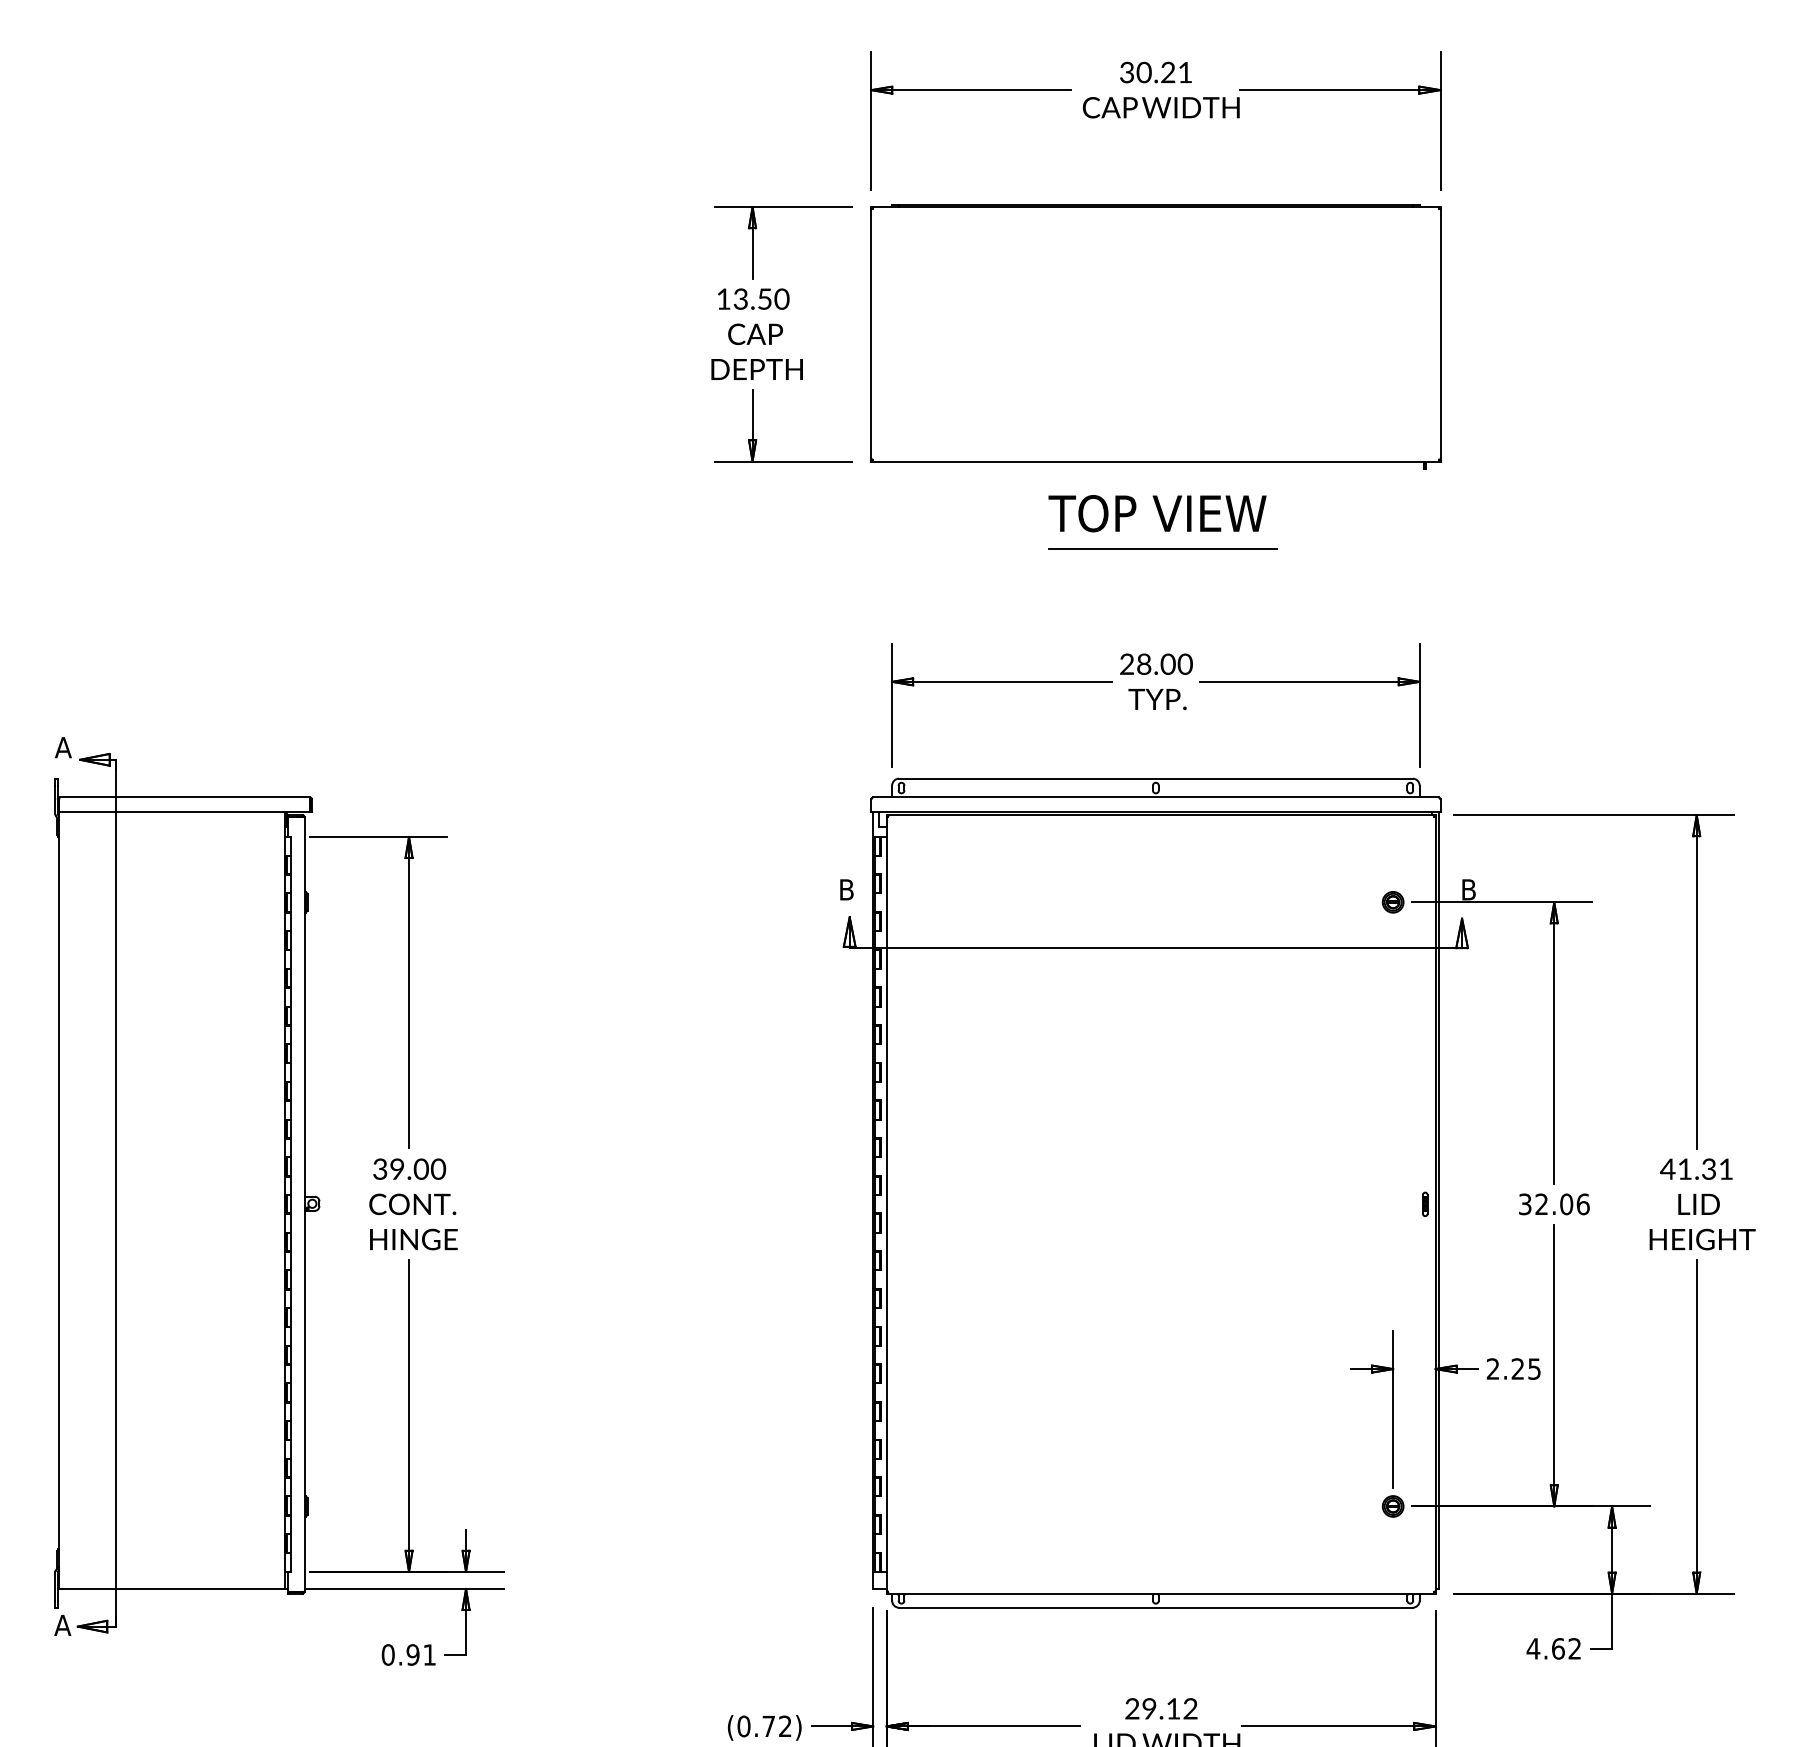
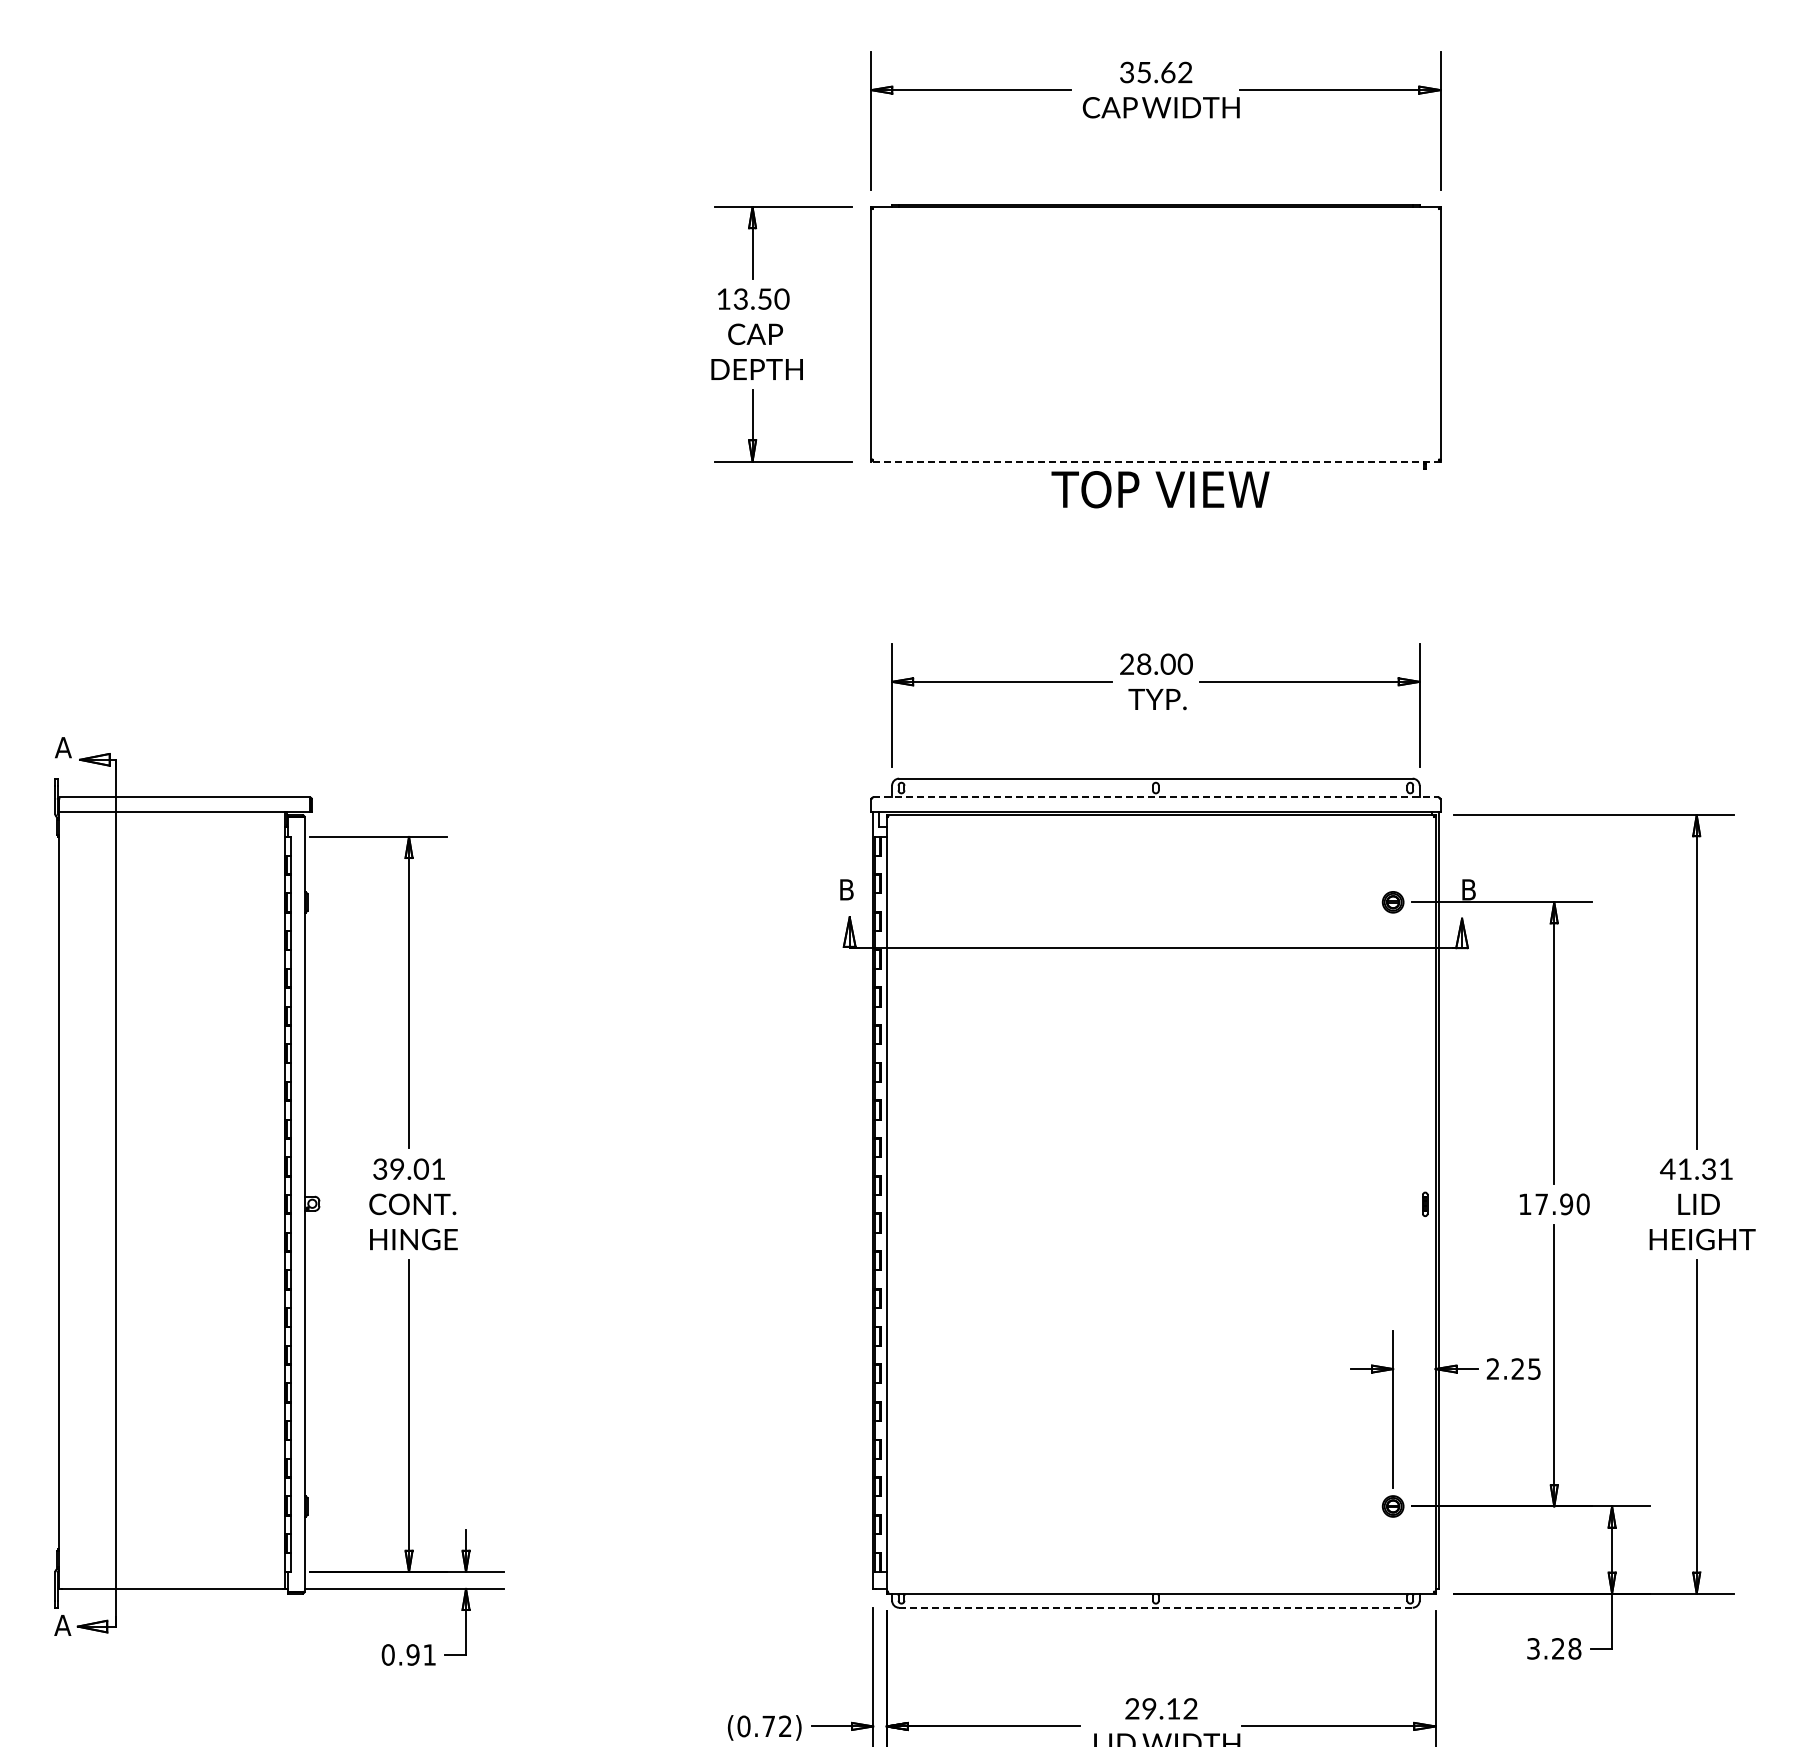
text at (1164, 72): 30.21 -> 35.62
line at (1155, 461): solid -> dashed
text at (1157, 513) position: (1157, 513) -> (1160, 489)
line at (1162, 549): present -> none
line at (1155, 797): solid -> dashed
text at (438, 1168): 39.00 -> 39.01
text at (1554, 1204): 32.06 -> 17.90
line at (1155, 1607): solid -> dashed
text at (1553, 1648): 4.62 -> 3.28
